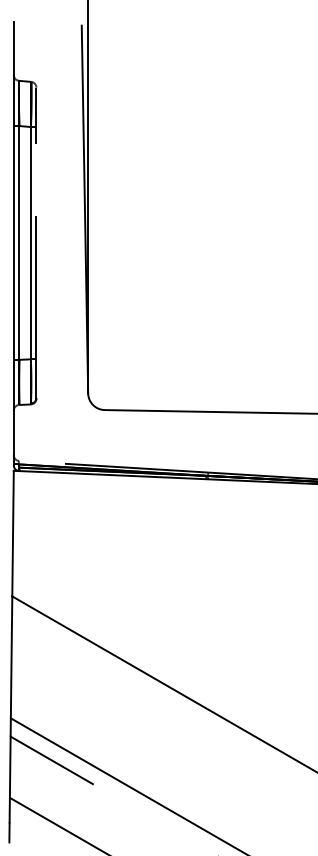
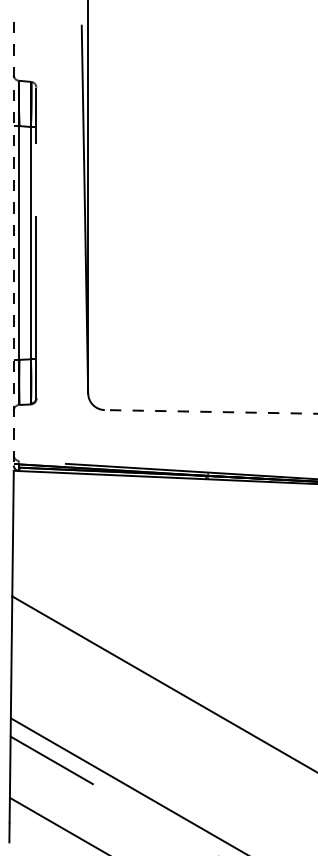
line at (13, 243): solid -> dashed
line at (210, 411): solid -> dashed
